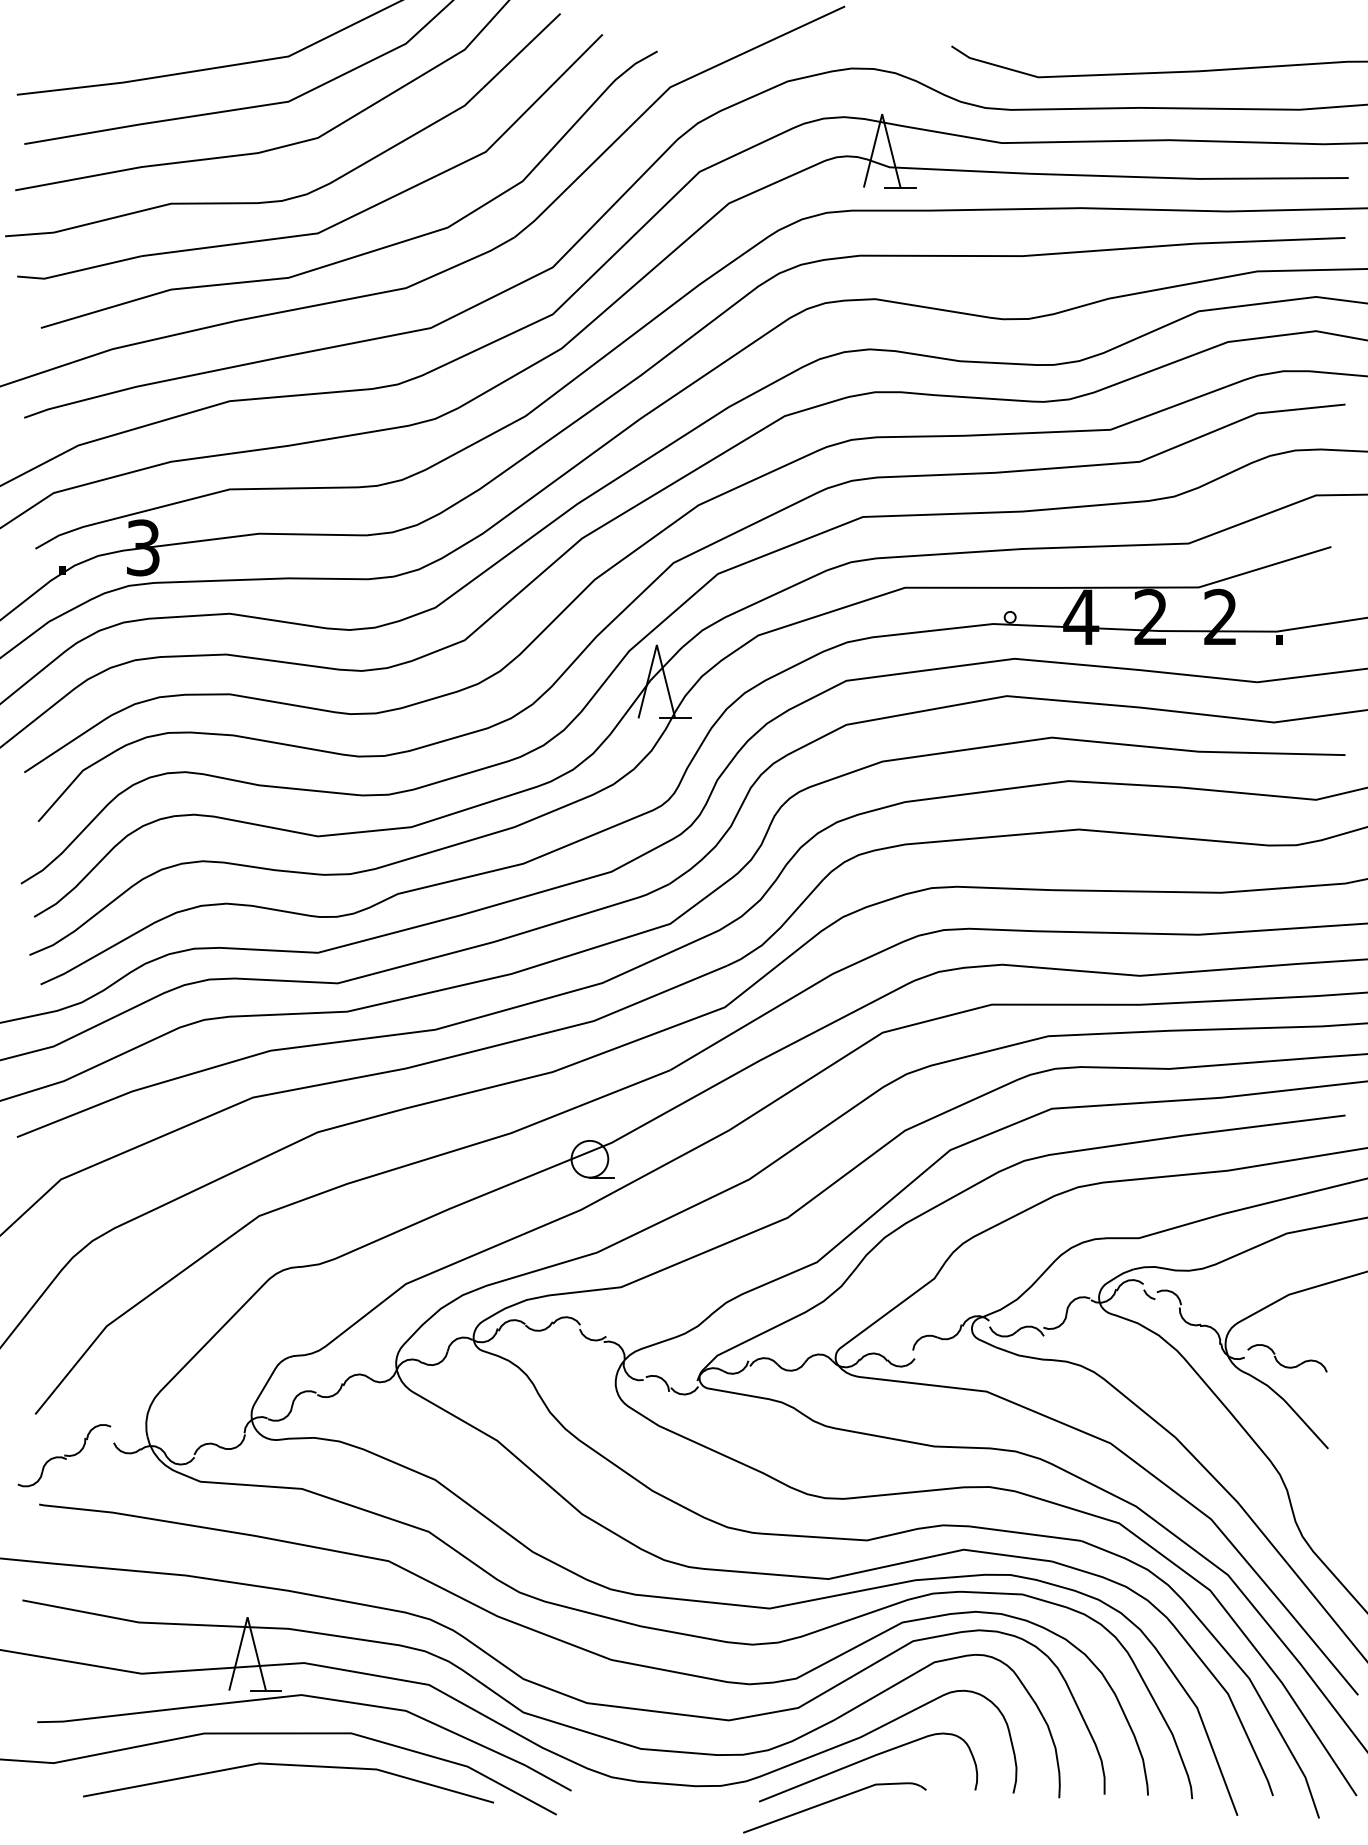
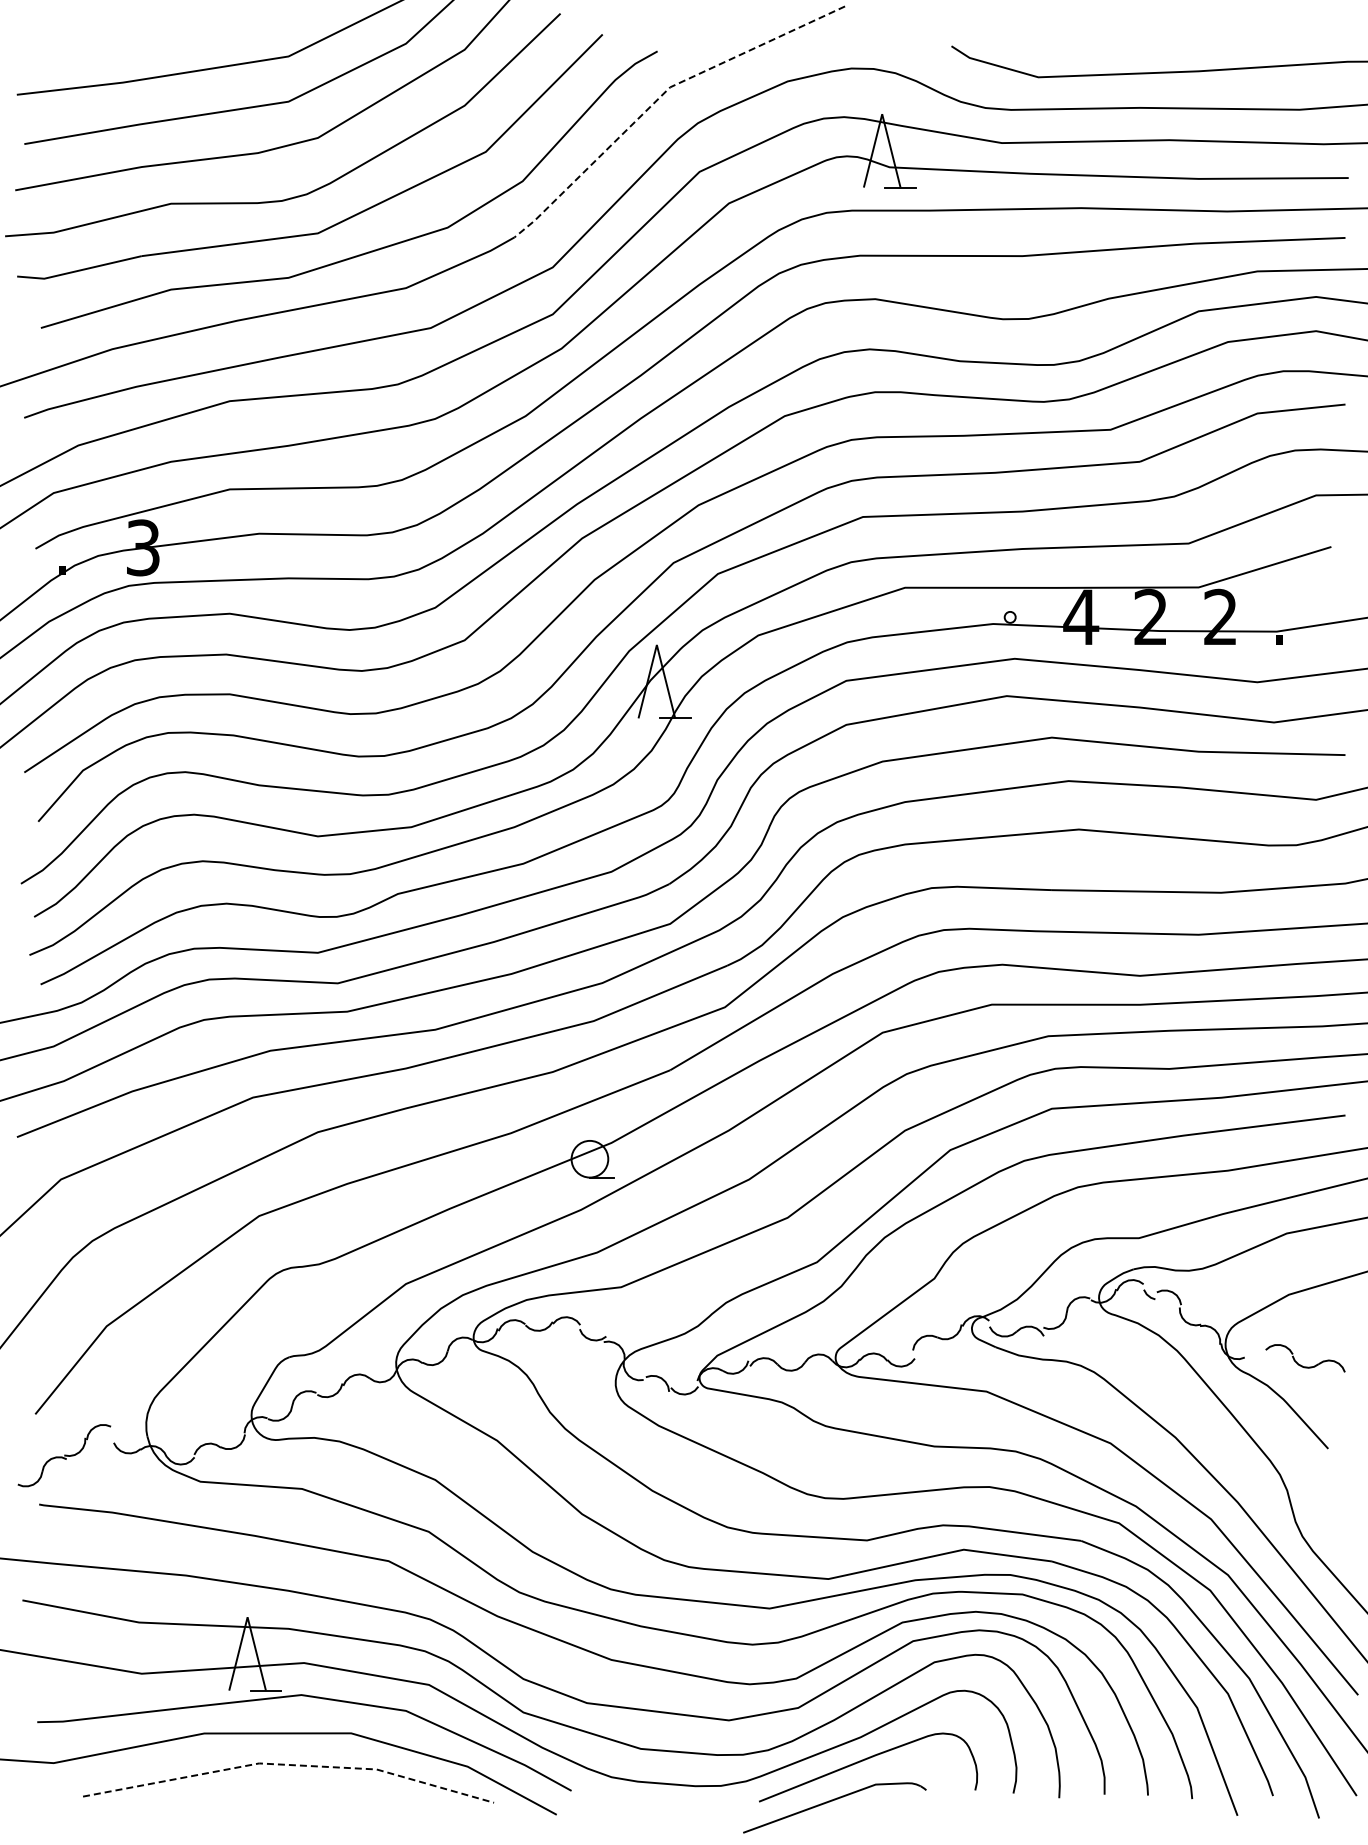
line at (661, 95): solid -> dashed
part at (1284, 1365) position: (1284, 1365) -> (1302, 1365)
line at (290, 1765): solid -> dashed
